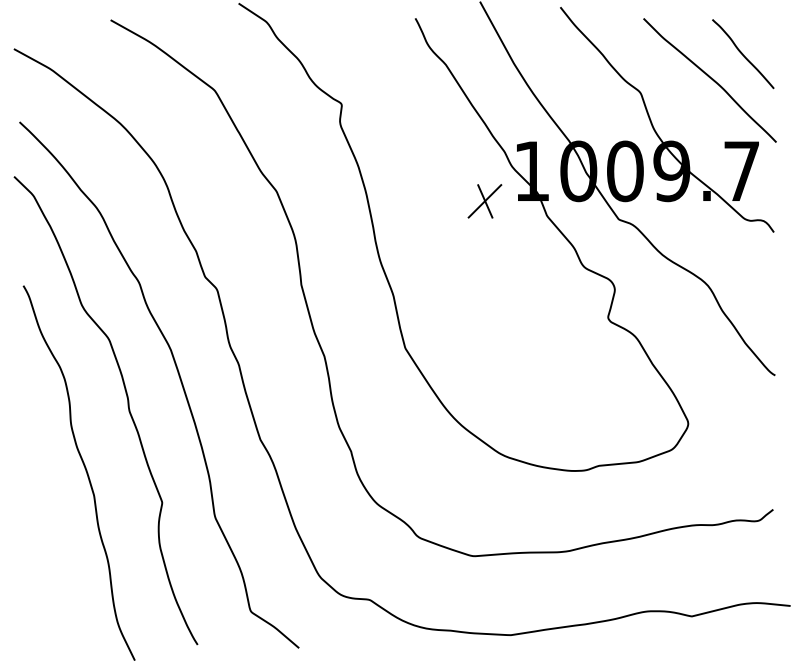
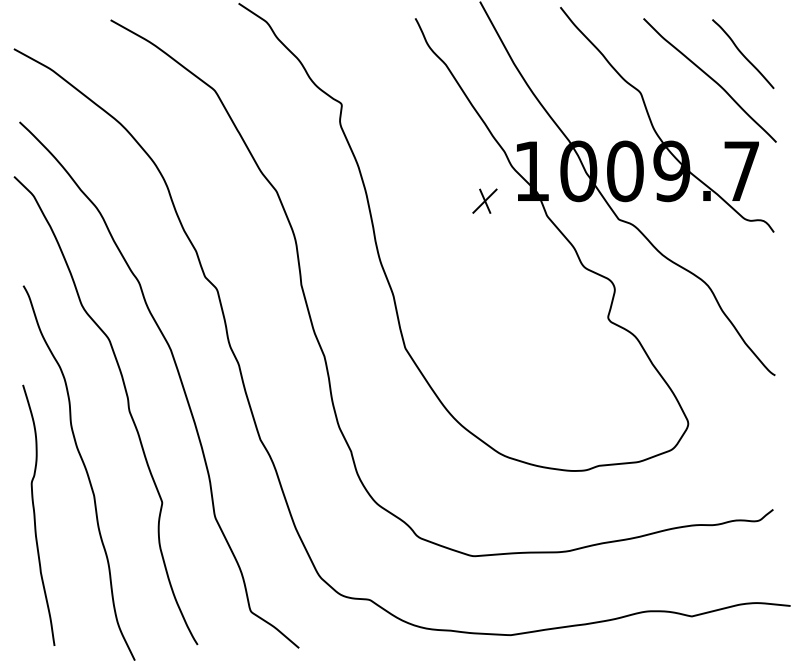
part at (484, 201) size: 36x35 px -> 26x26 px
curve at (35, 514): none -> present
